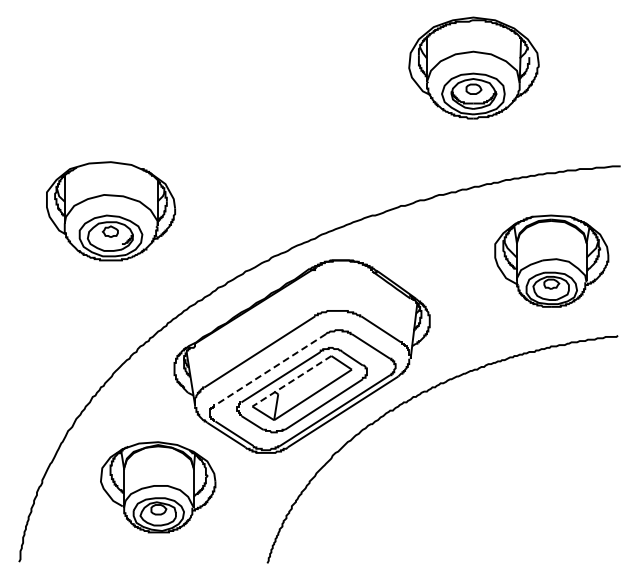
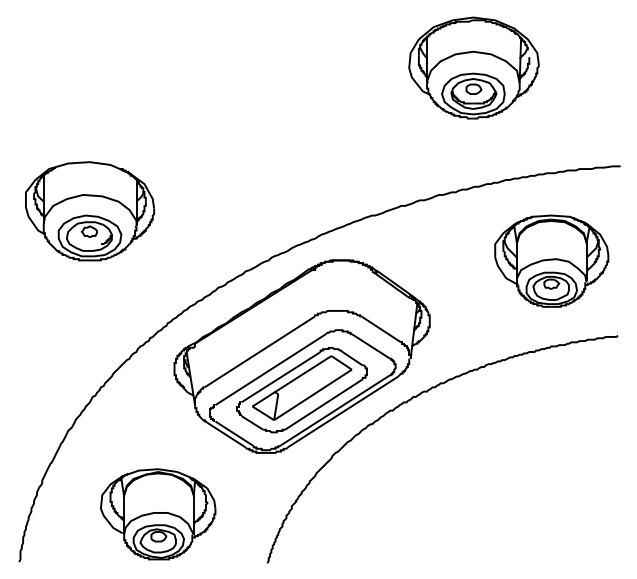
part at (110, 211) position: (110, 211) -> (89, 211)
line at (270, 369): dashed -> solid
line at (291, 381): dashed -> solid
part at (158, 487) position: (158, 487) -> (158, 514)
